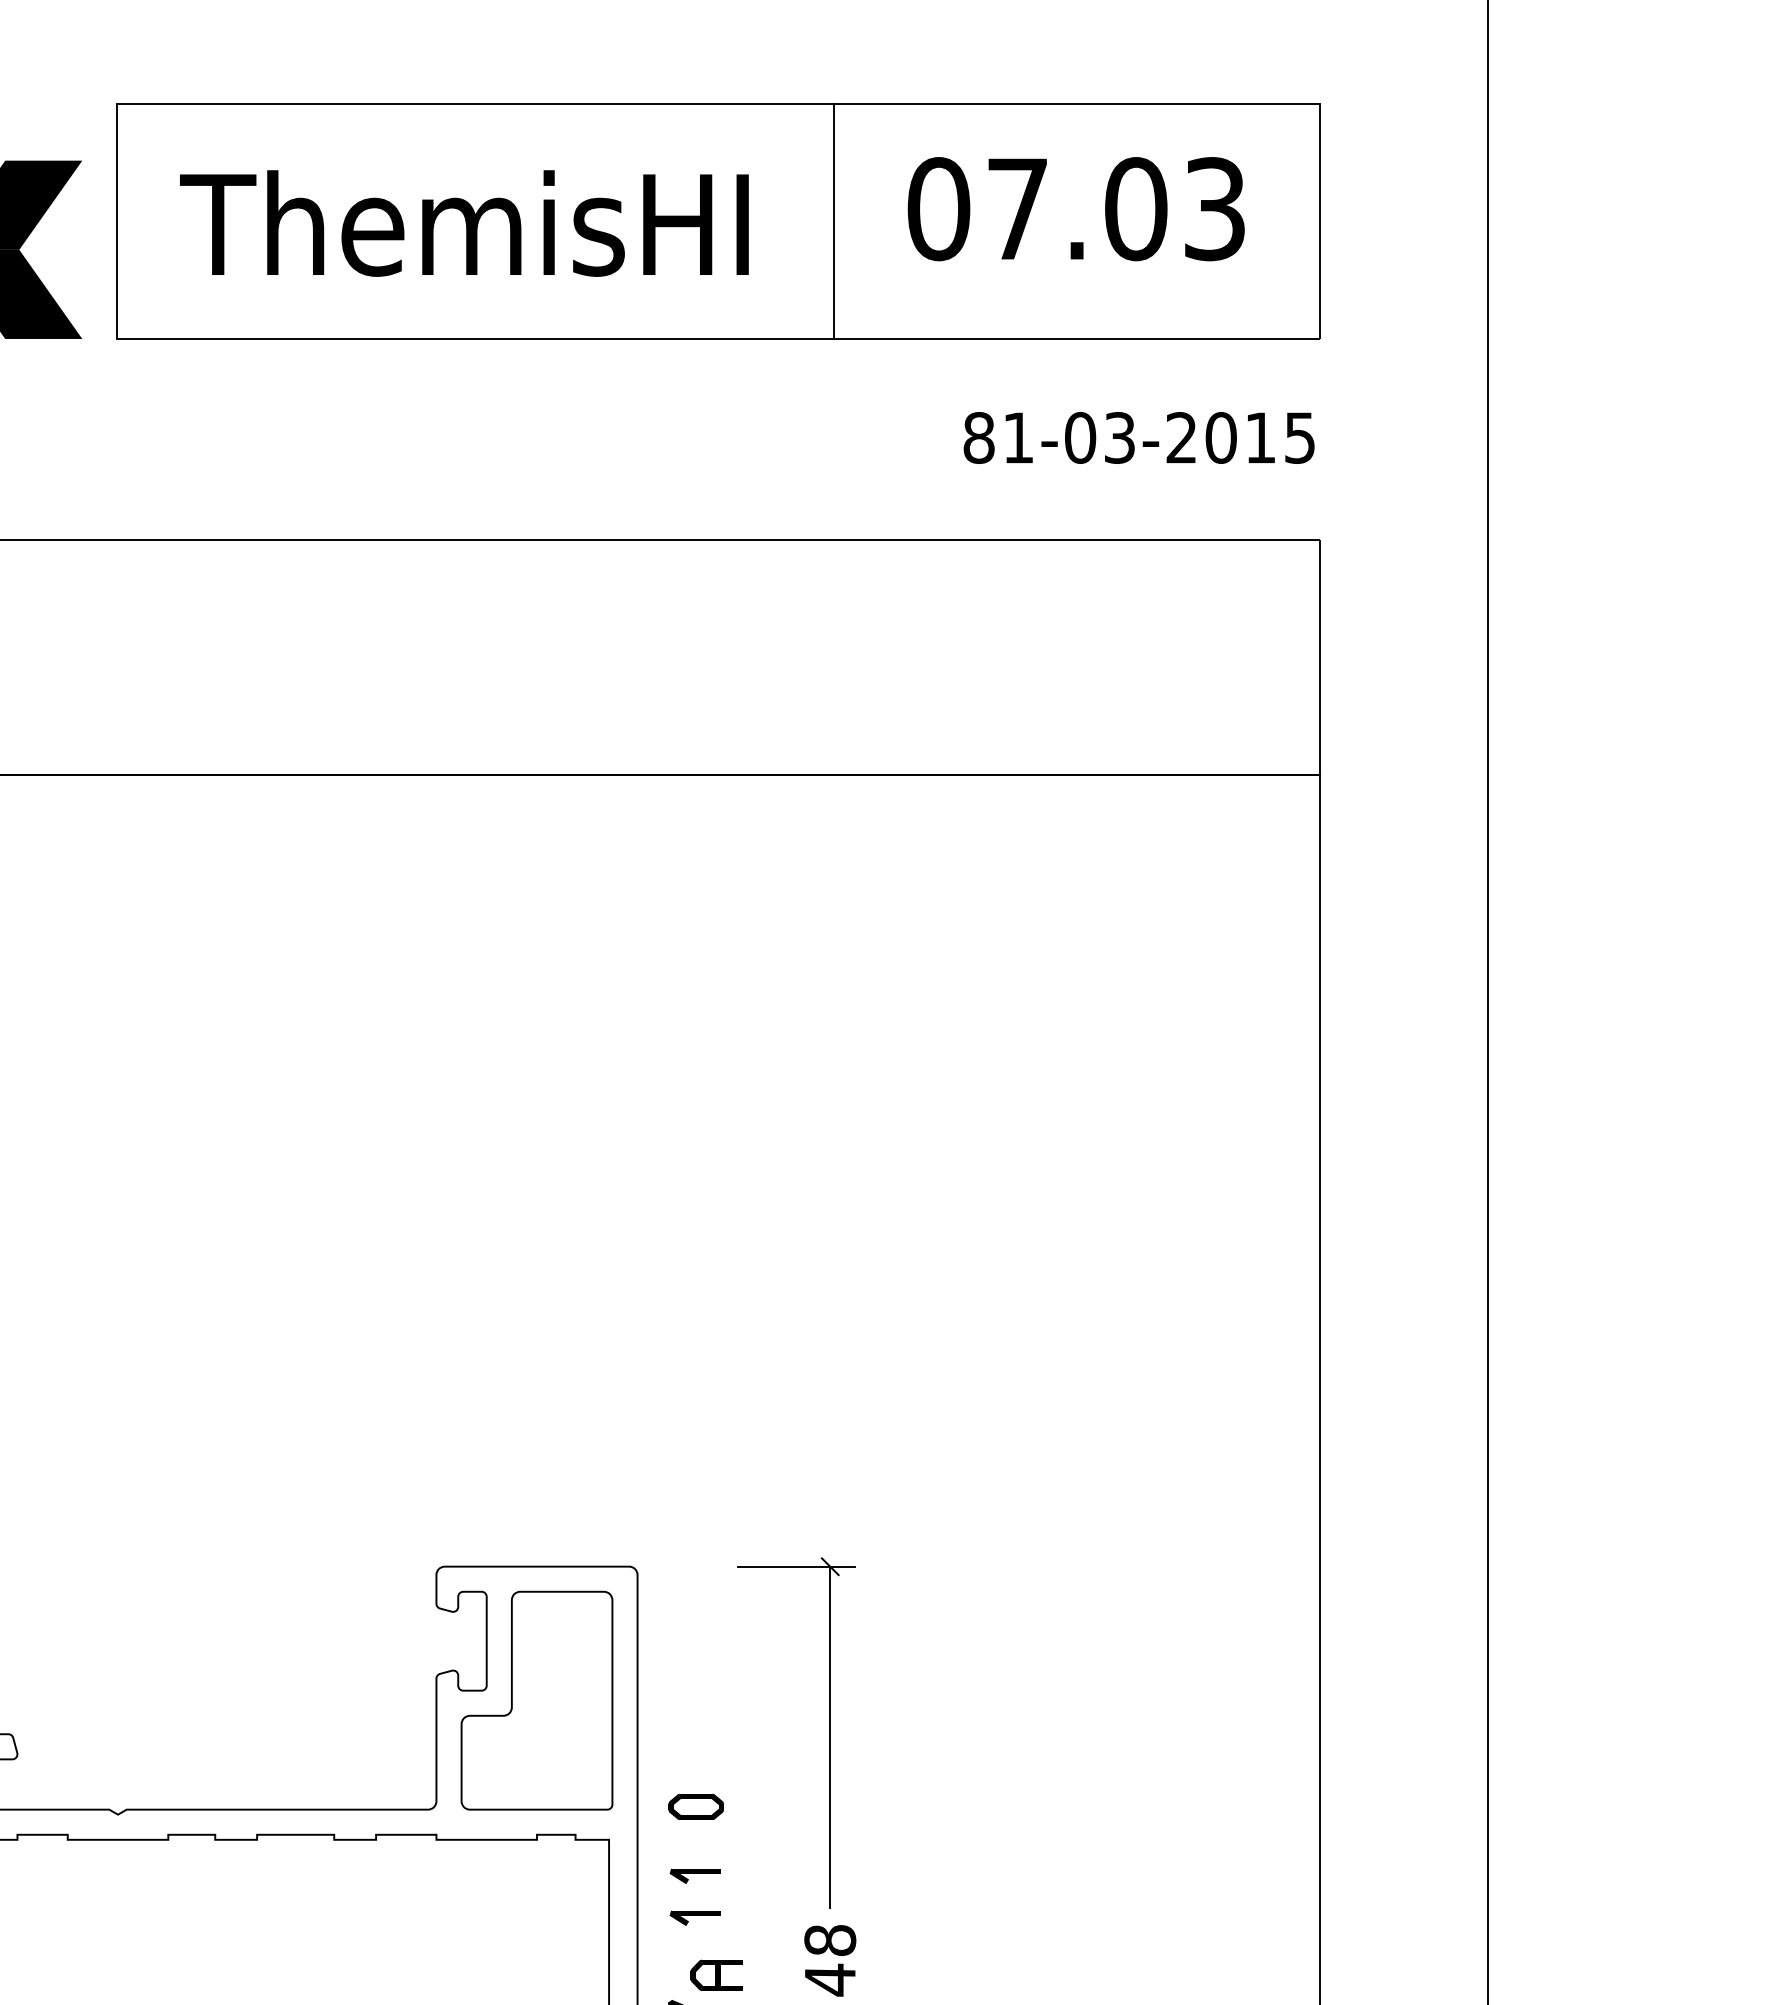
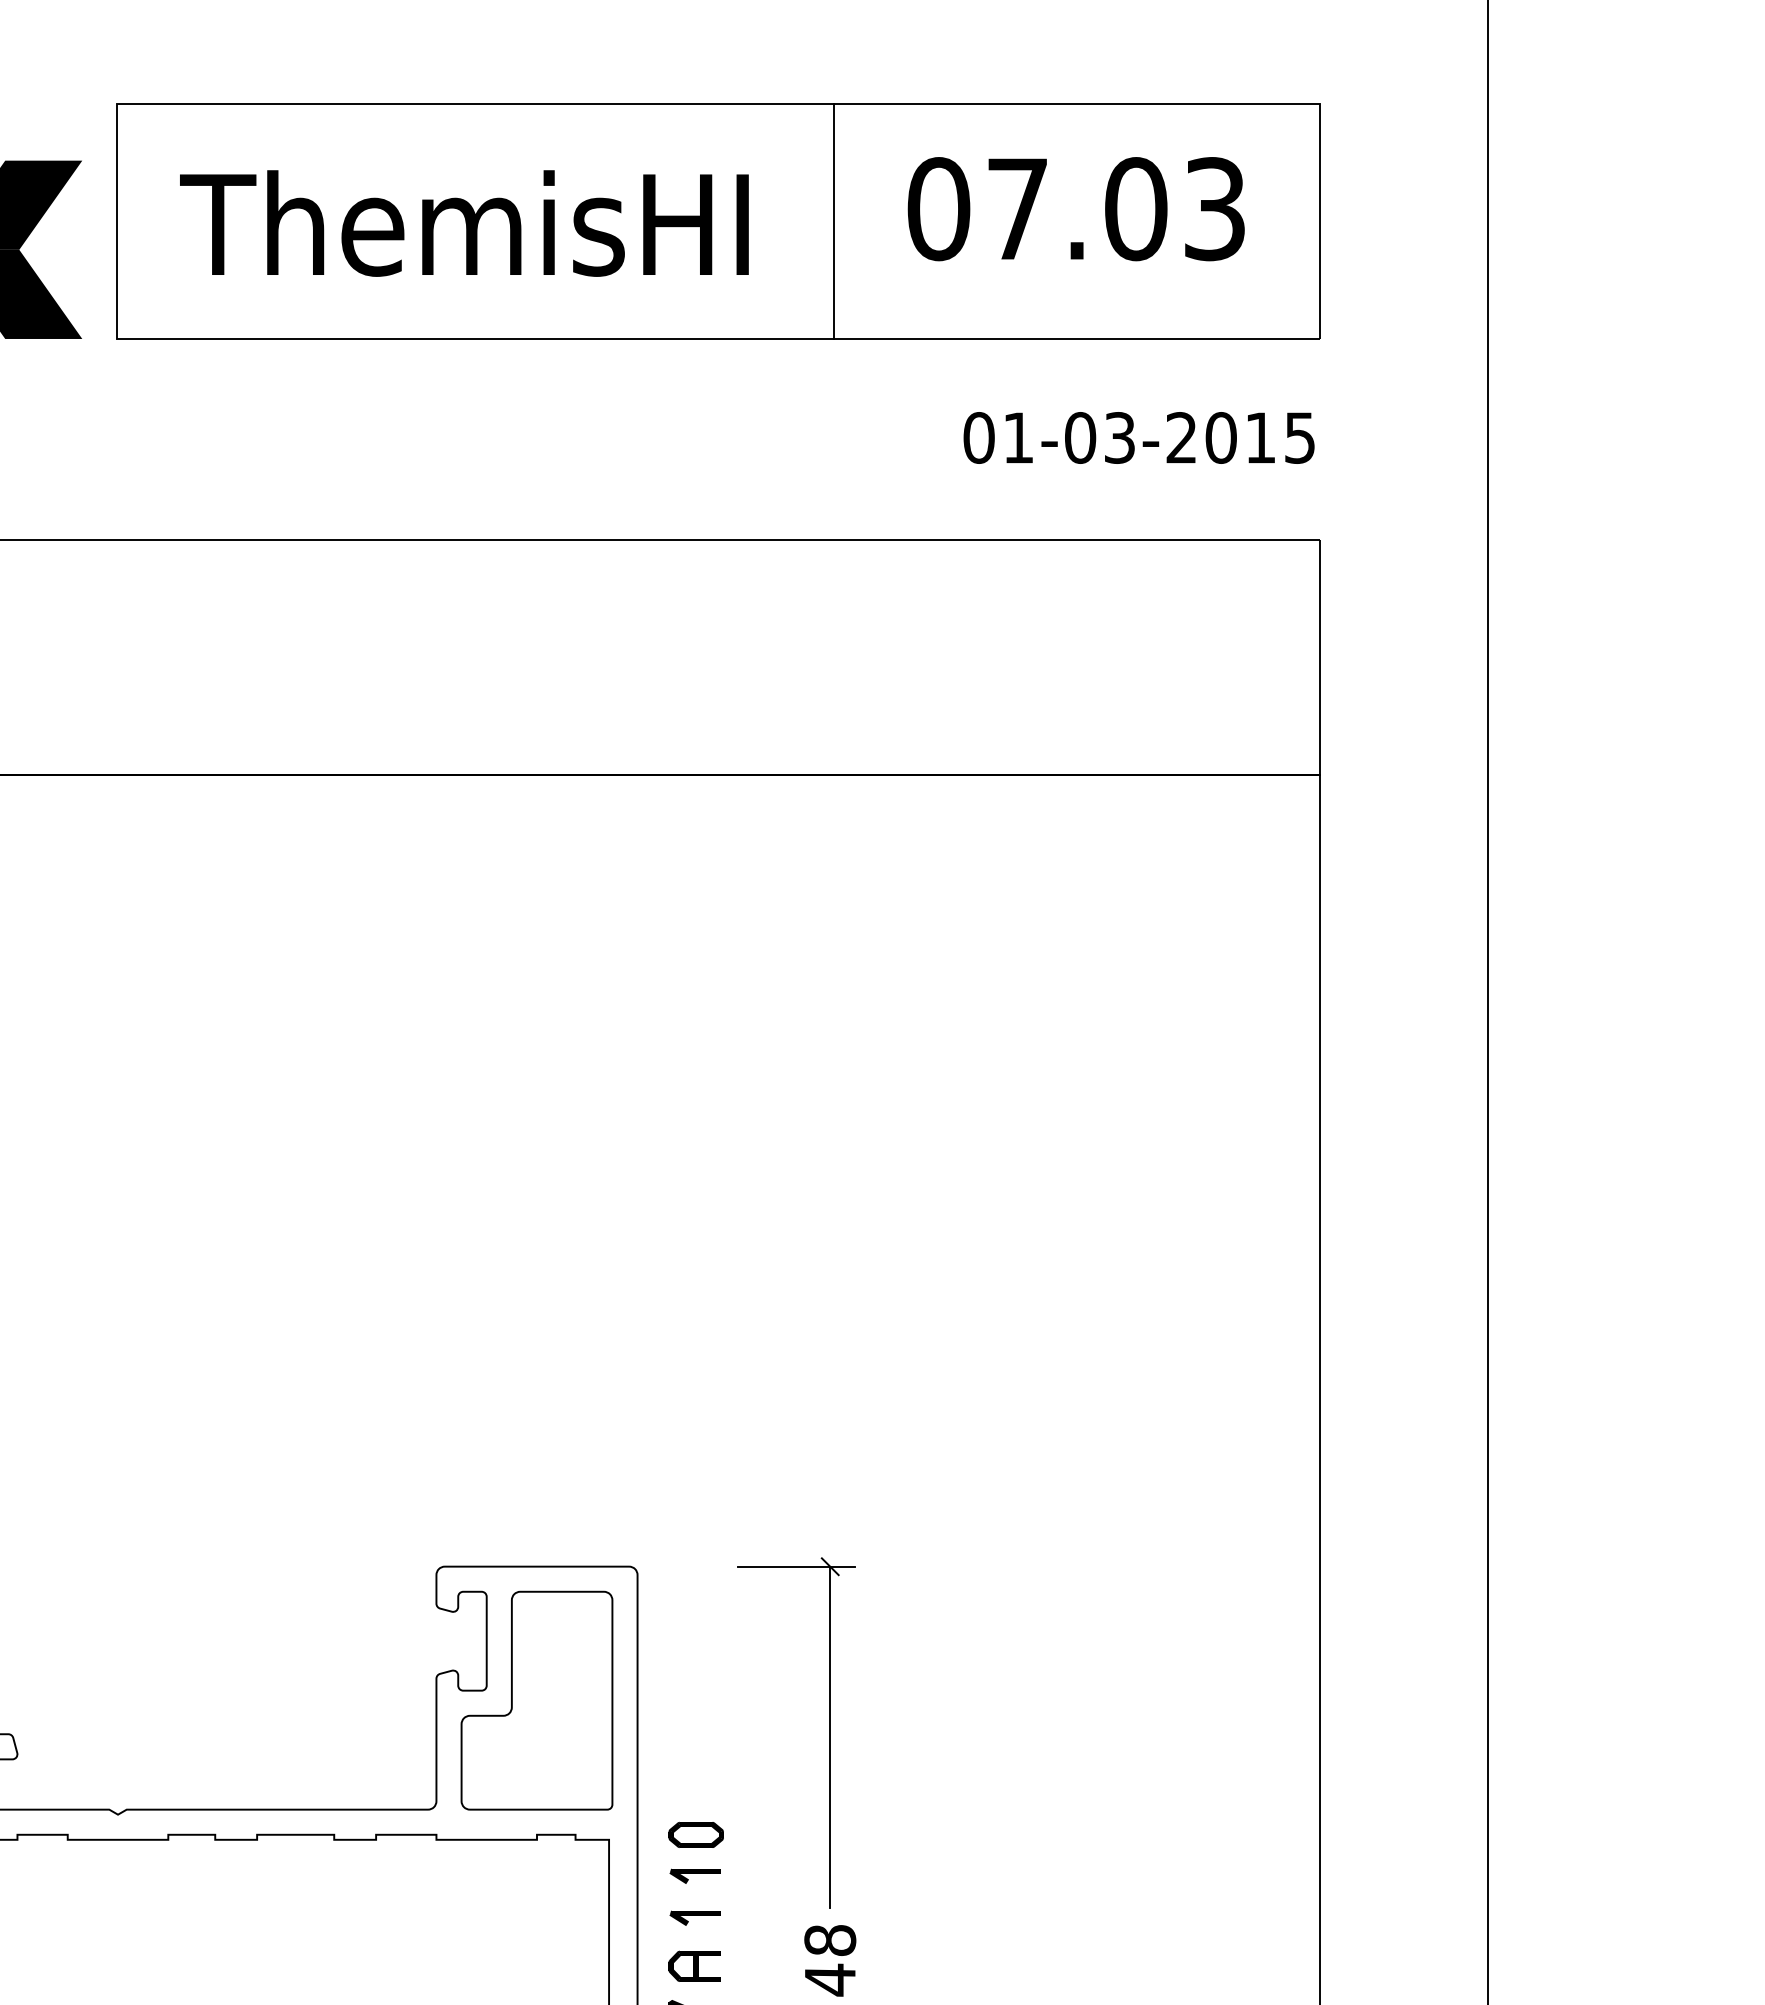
text at (978, 437): 81-03-2015 -> 01-03-2015
part at (695, 1806) position: (695, 1806) -> (695, 1834)
part at (716, 1974) position: (716, 1974) -> (694, 1965)
